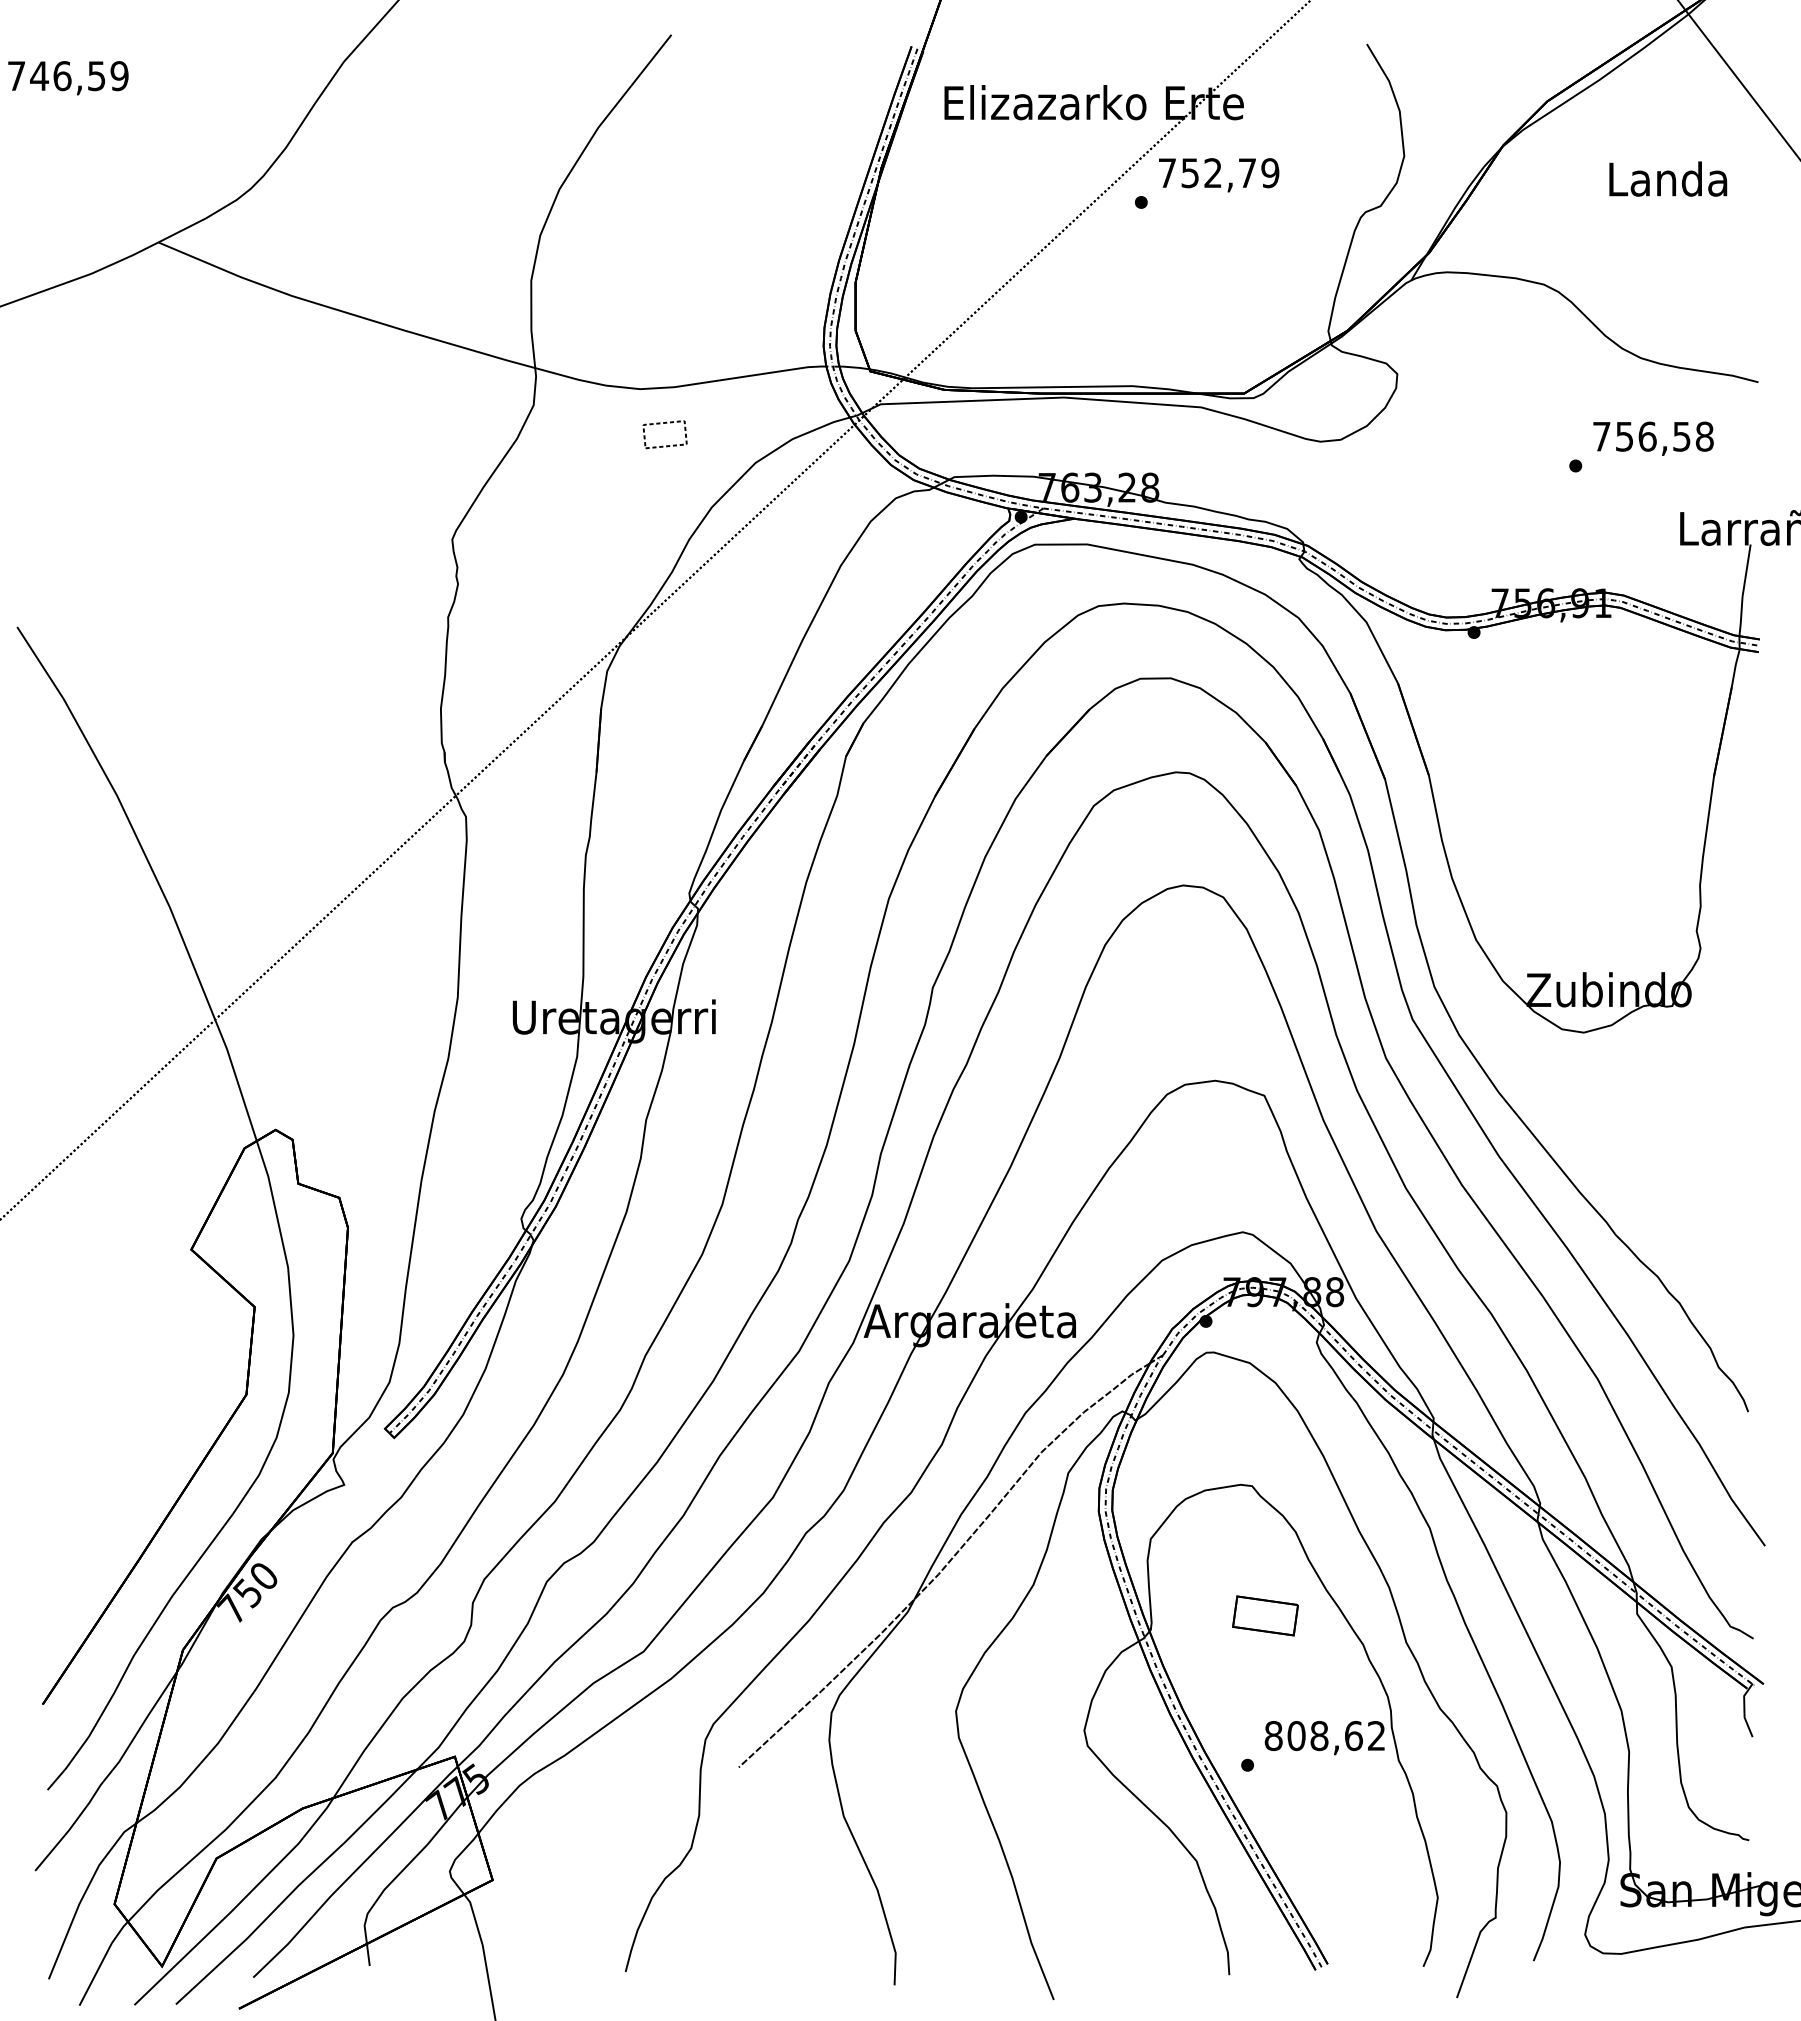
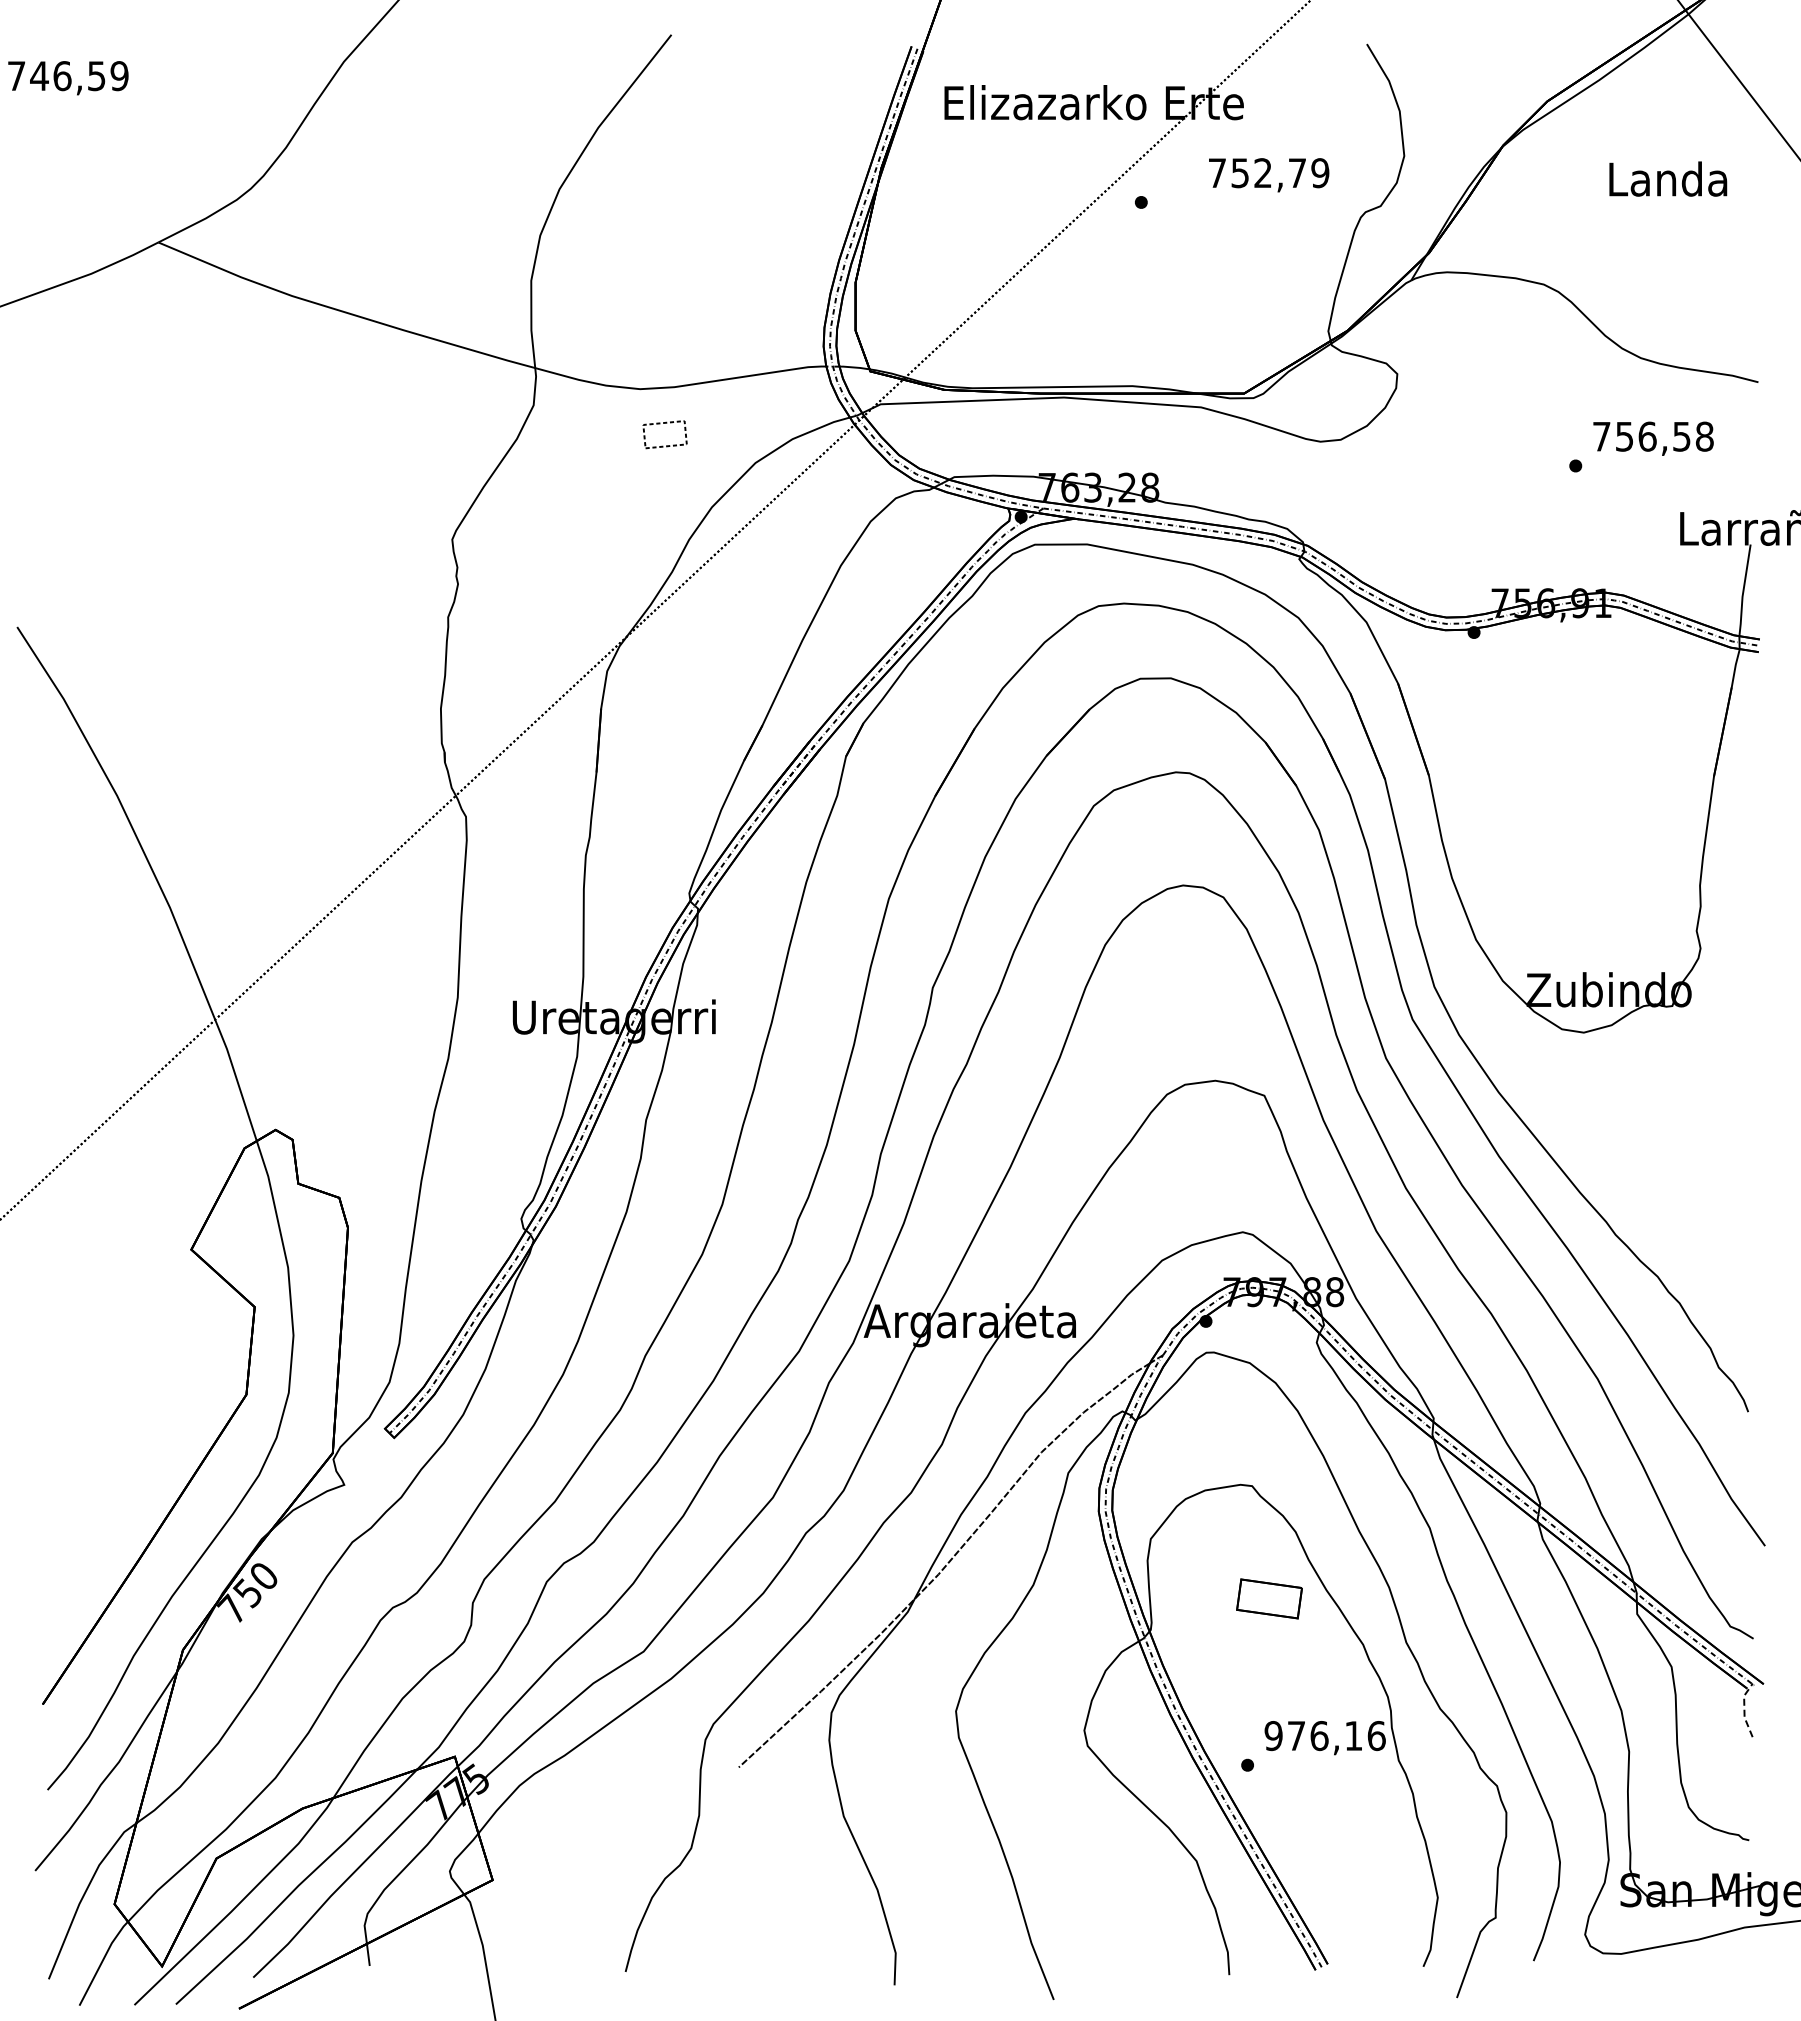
text at (1219, 175) position: (1219, 175) -> (1269, 175)
part at (1265, 1615) position: (1265, 1615) -> (1269, 1598)
line at (1744, 1709): solid -> dashed
text at (1324, 1736): 808,62 -> 976,16
